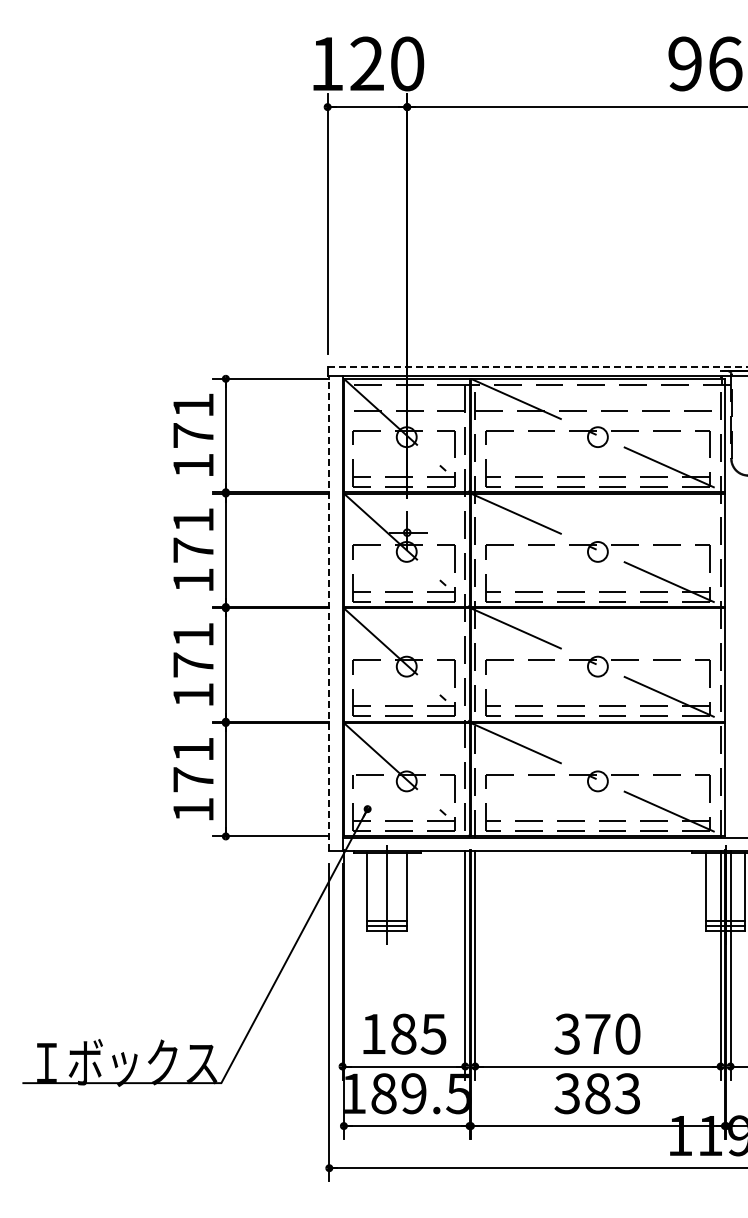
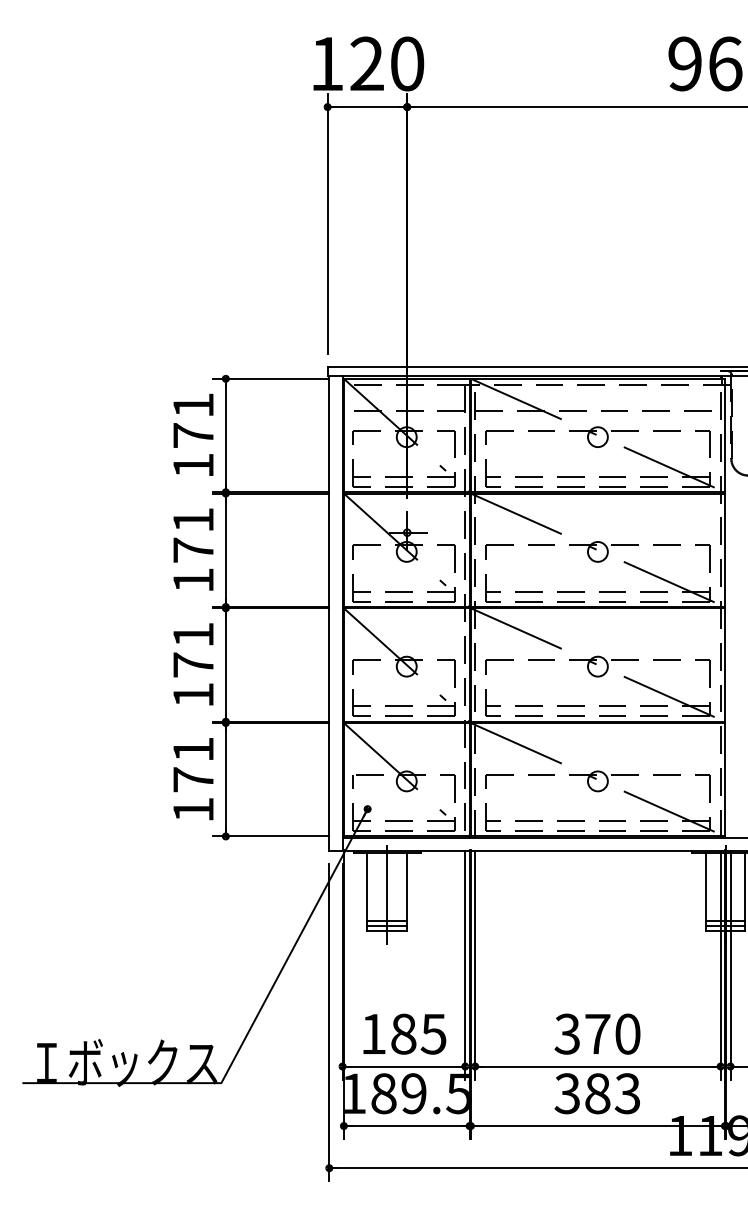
line at (537, 366): dashed -> solid
line at (329, 613): dashed -> solid
